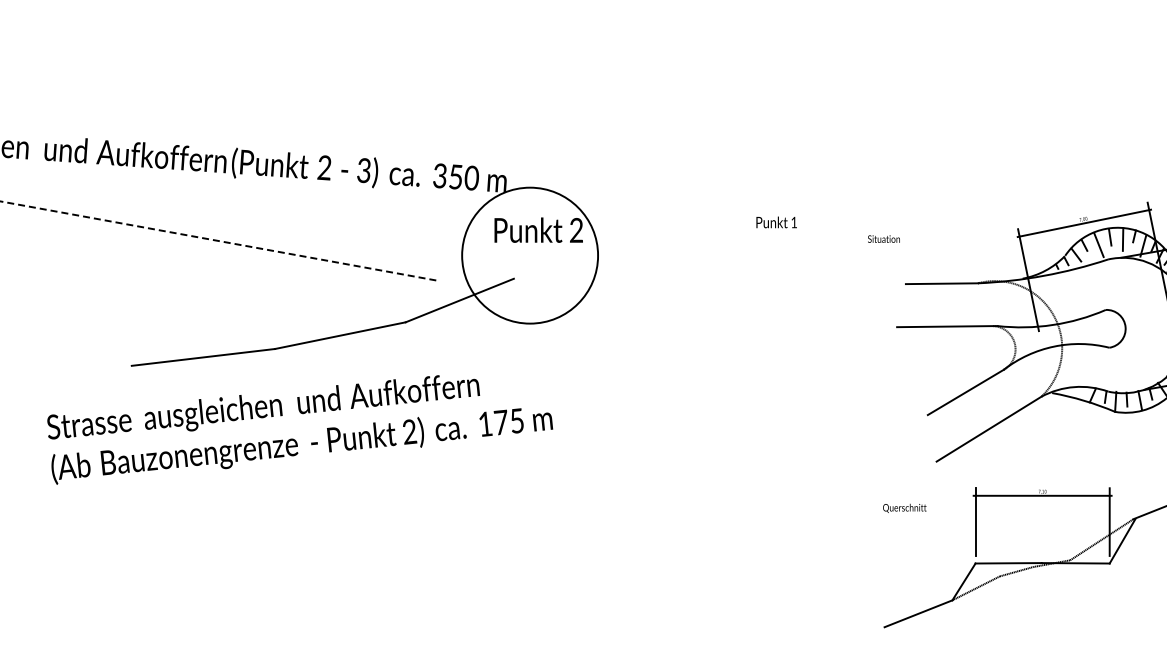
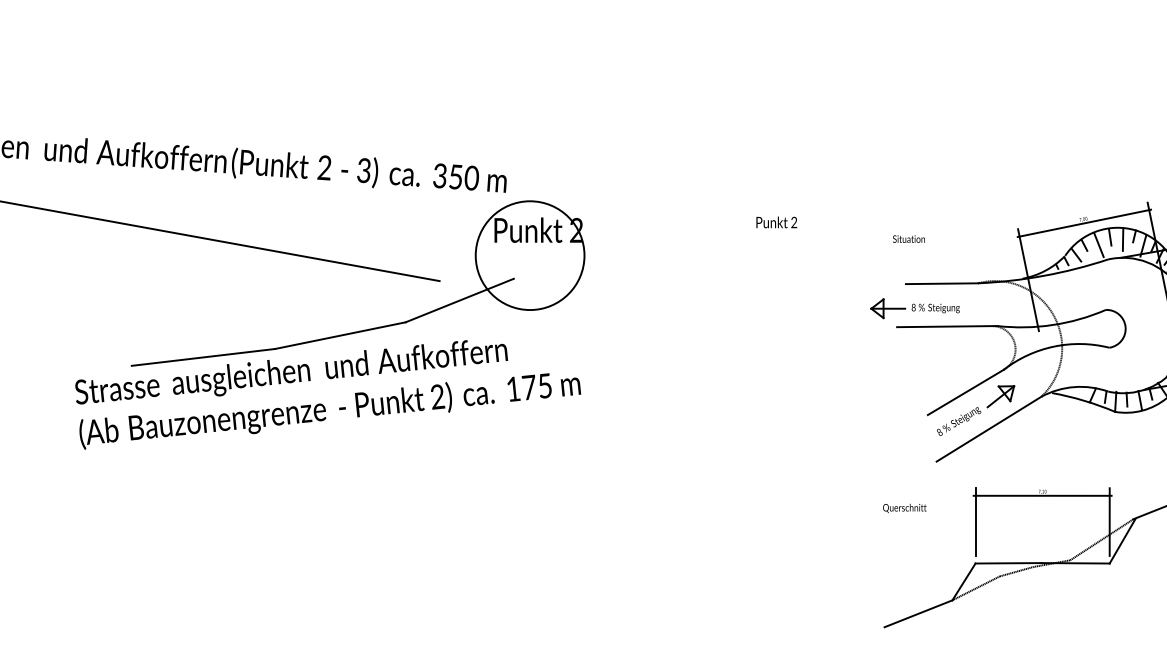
text at (794, 222): 1 -> 2
text at (883, 238) position: (883, 238) -> (908, 238)
line at (220, 241): dashed -> solid
circle at (530, 255) diameter: 136 px -> 109 px
part at (914, 308): none -> present
part at (976, 410): none -> present
text at (300, 429) position: (300, 429) -> (328, 394)
